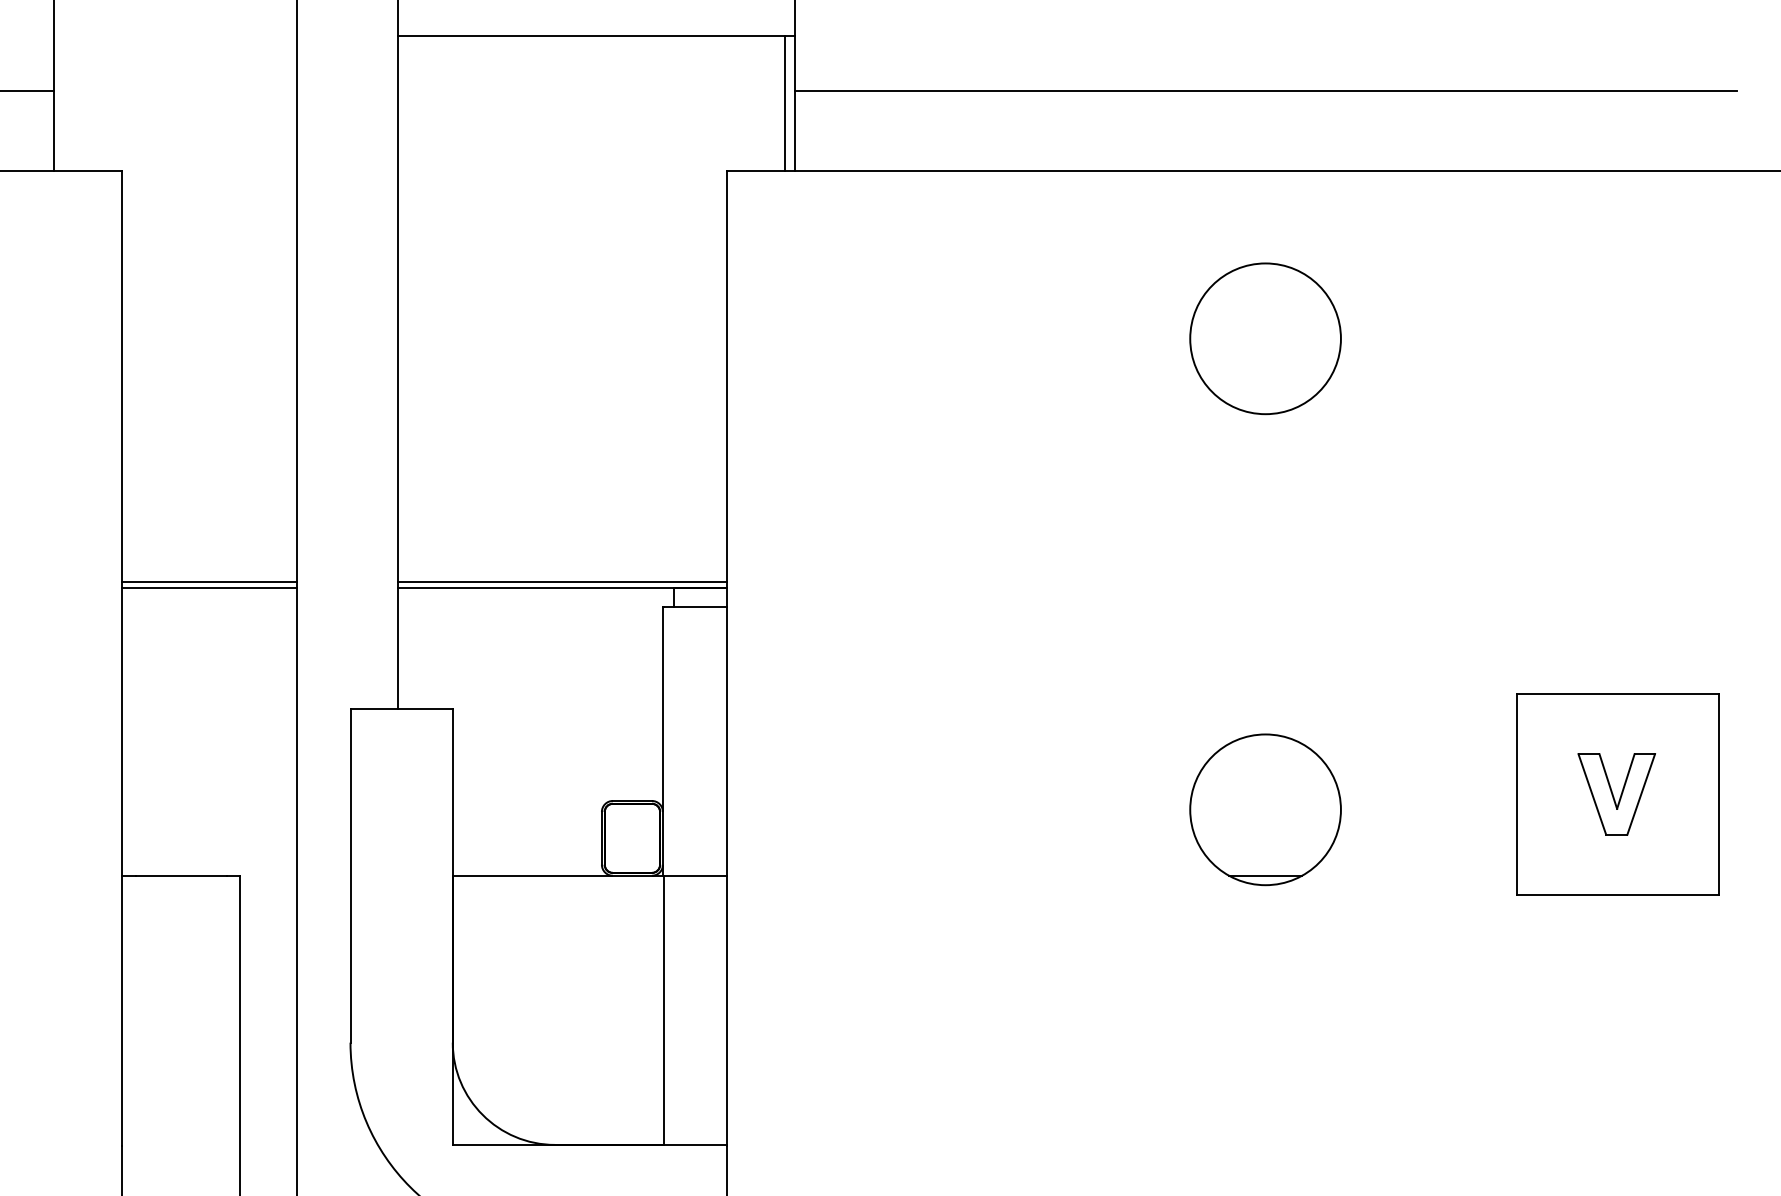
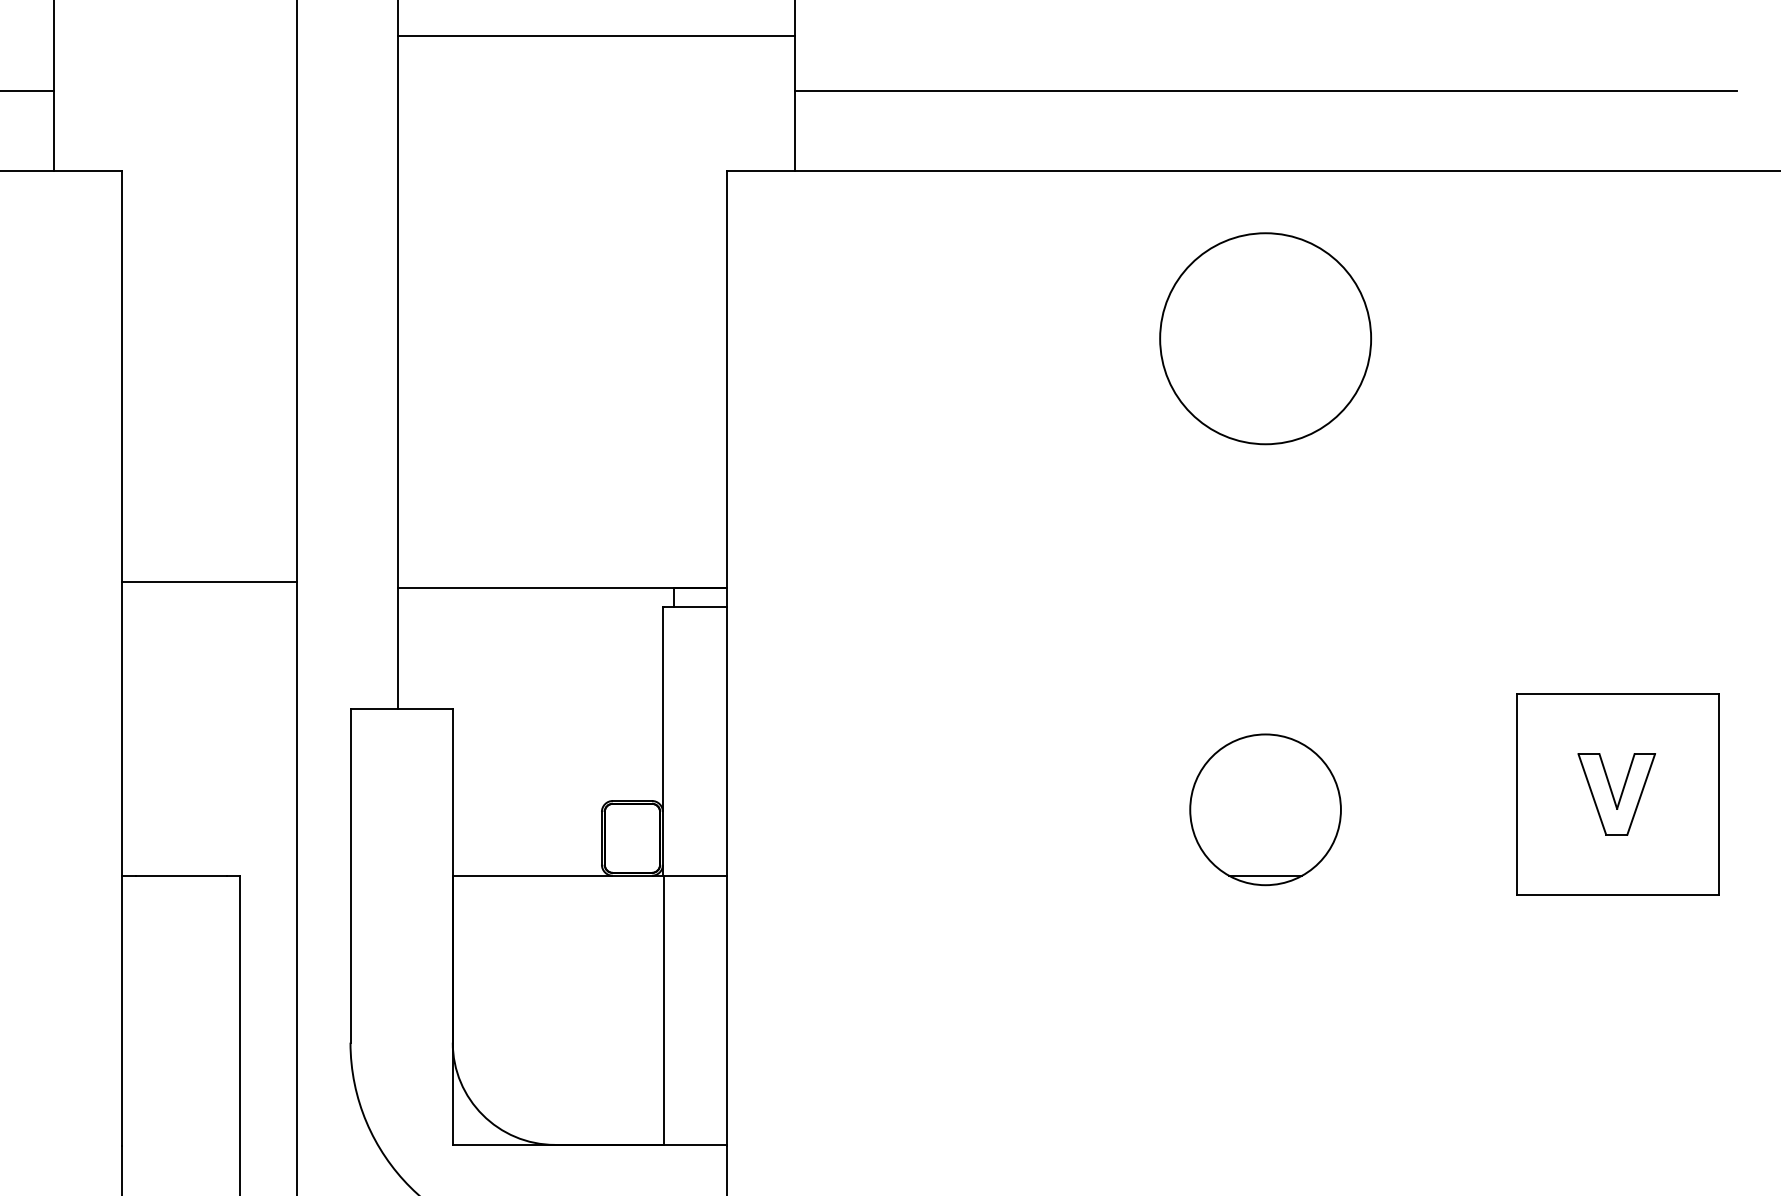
line at (784, 103): present -> none
circle at (1265, 338) size: 153x154 px -> 213x214 px
line at (562, 582): present -> none
line at (209, 587): present -> none
